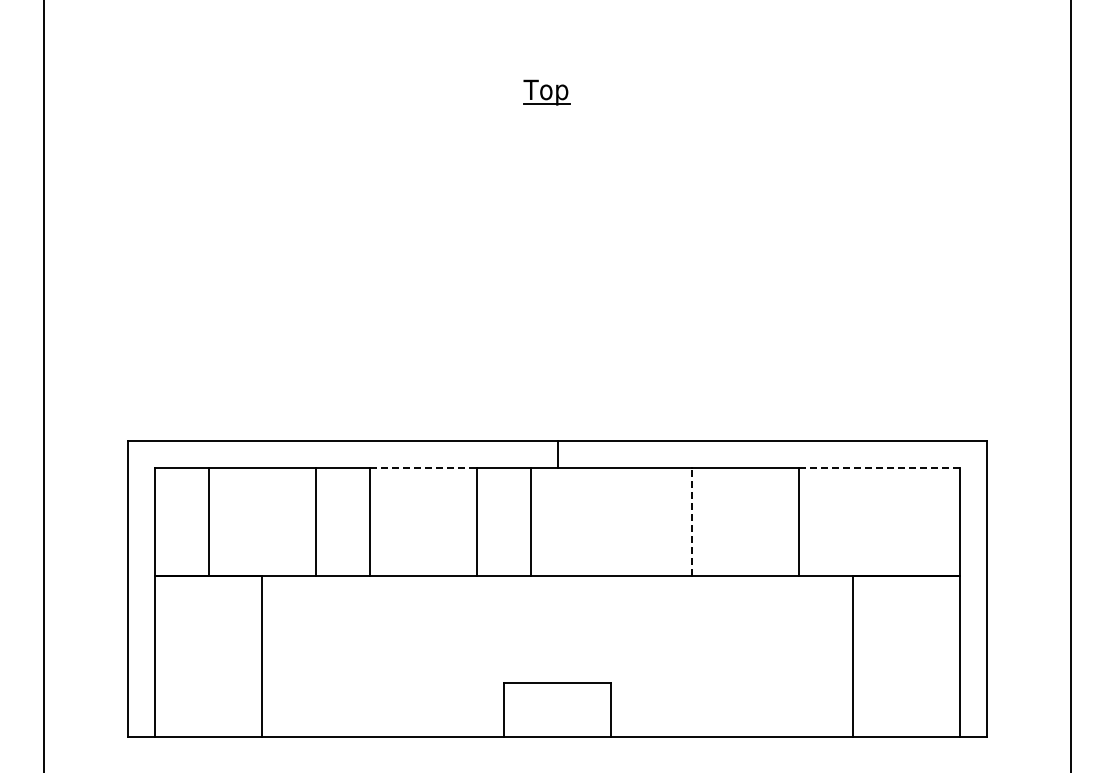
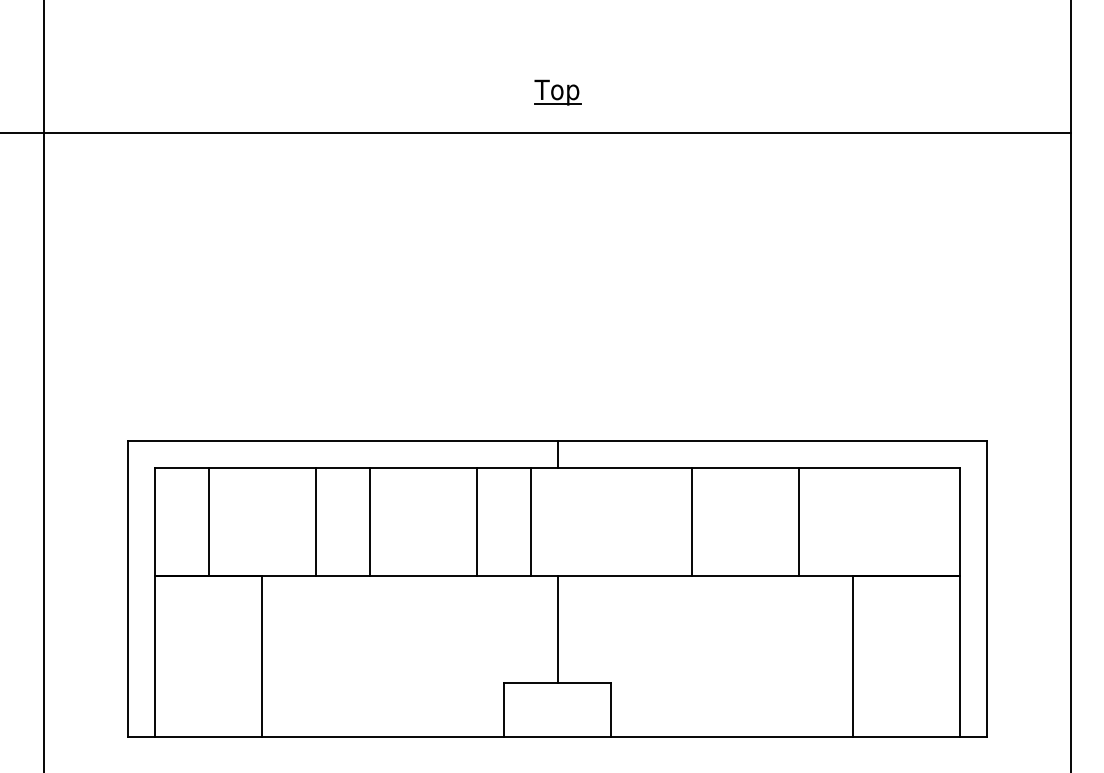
part at (546, 92) position: (546, 92) -> (557, 92)
line at (536, 133): none -> present
line at (423, 468): dashed -> solid
line at (879, 468): dashed -> solid
line at (691, 521): dashed -> solid
line at (557, 628): none -> present
